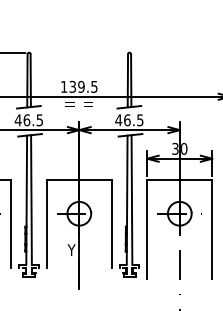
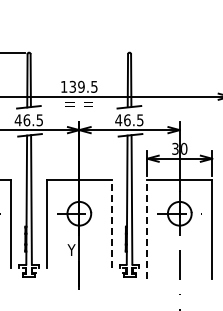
line at (111, 223): solid -> dashed
line at (147, 228): solid -> dashed
